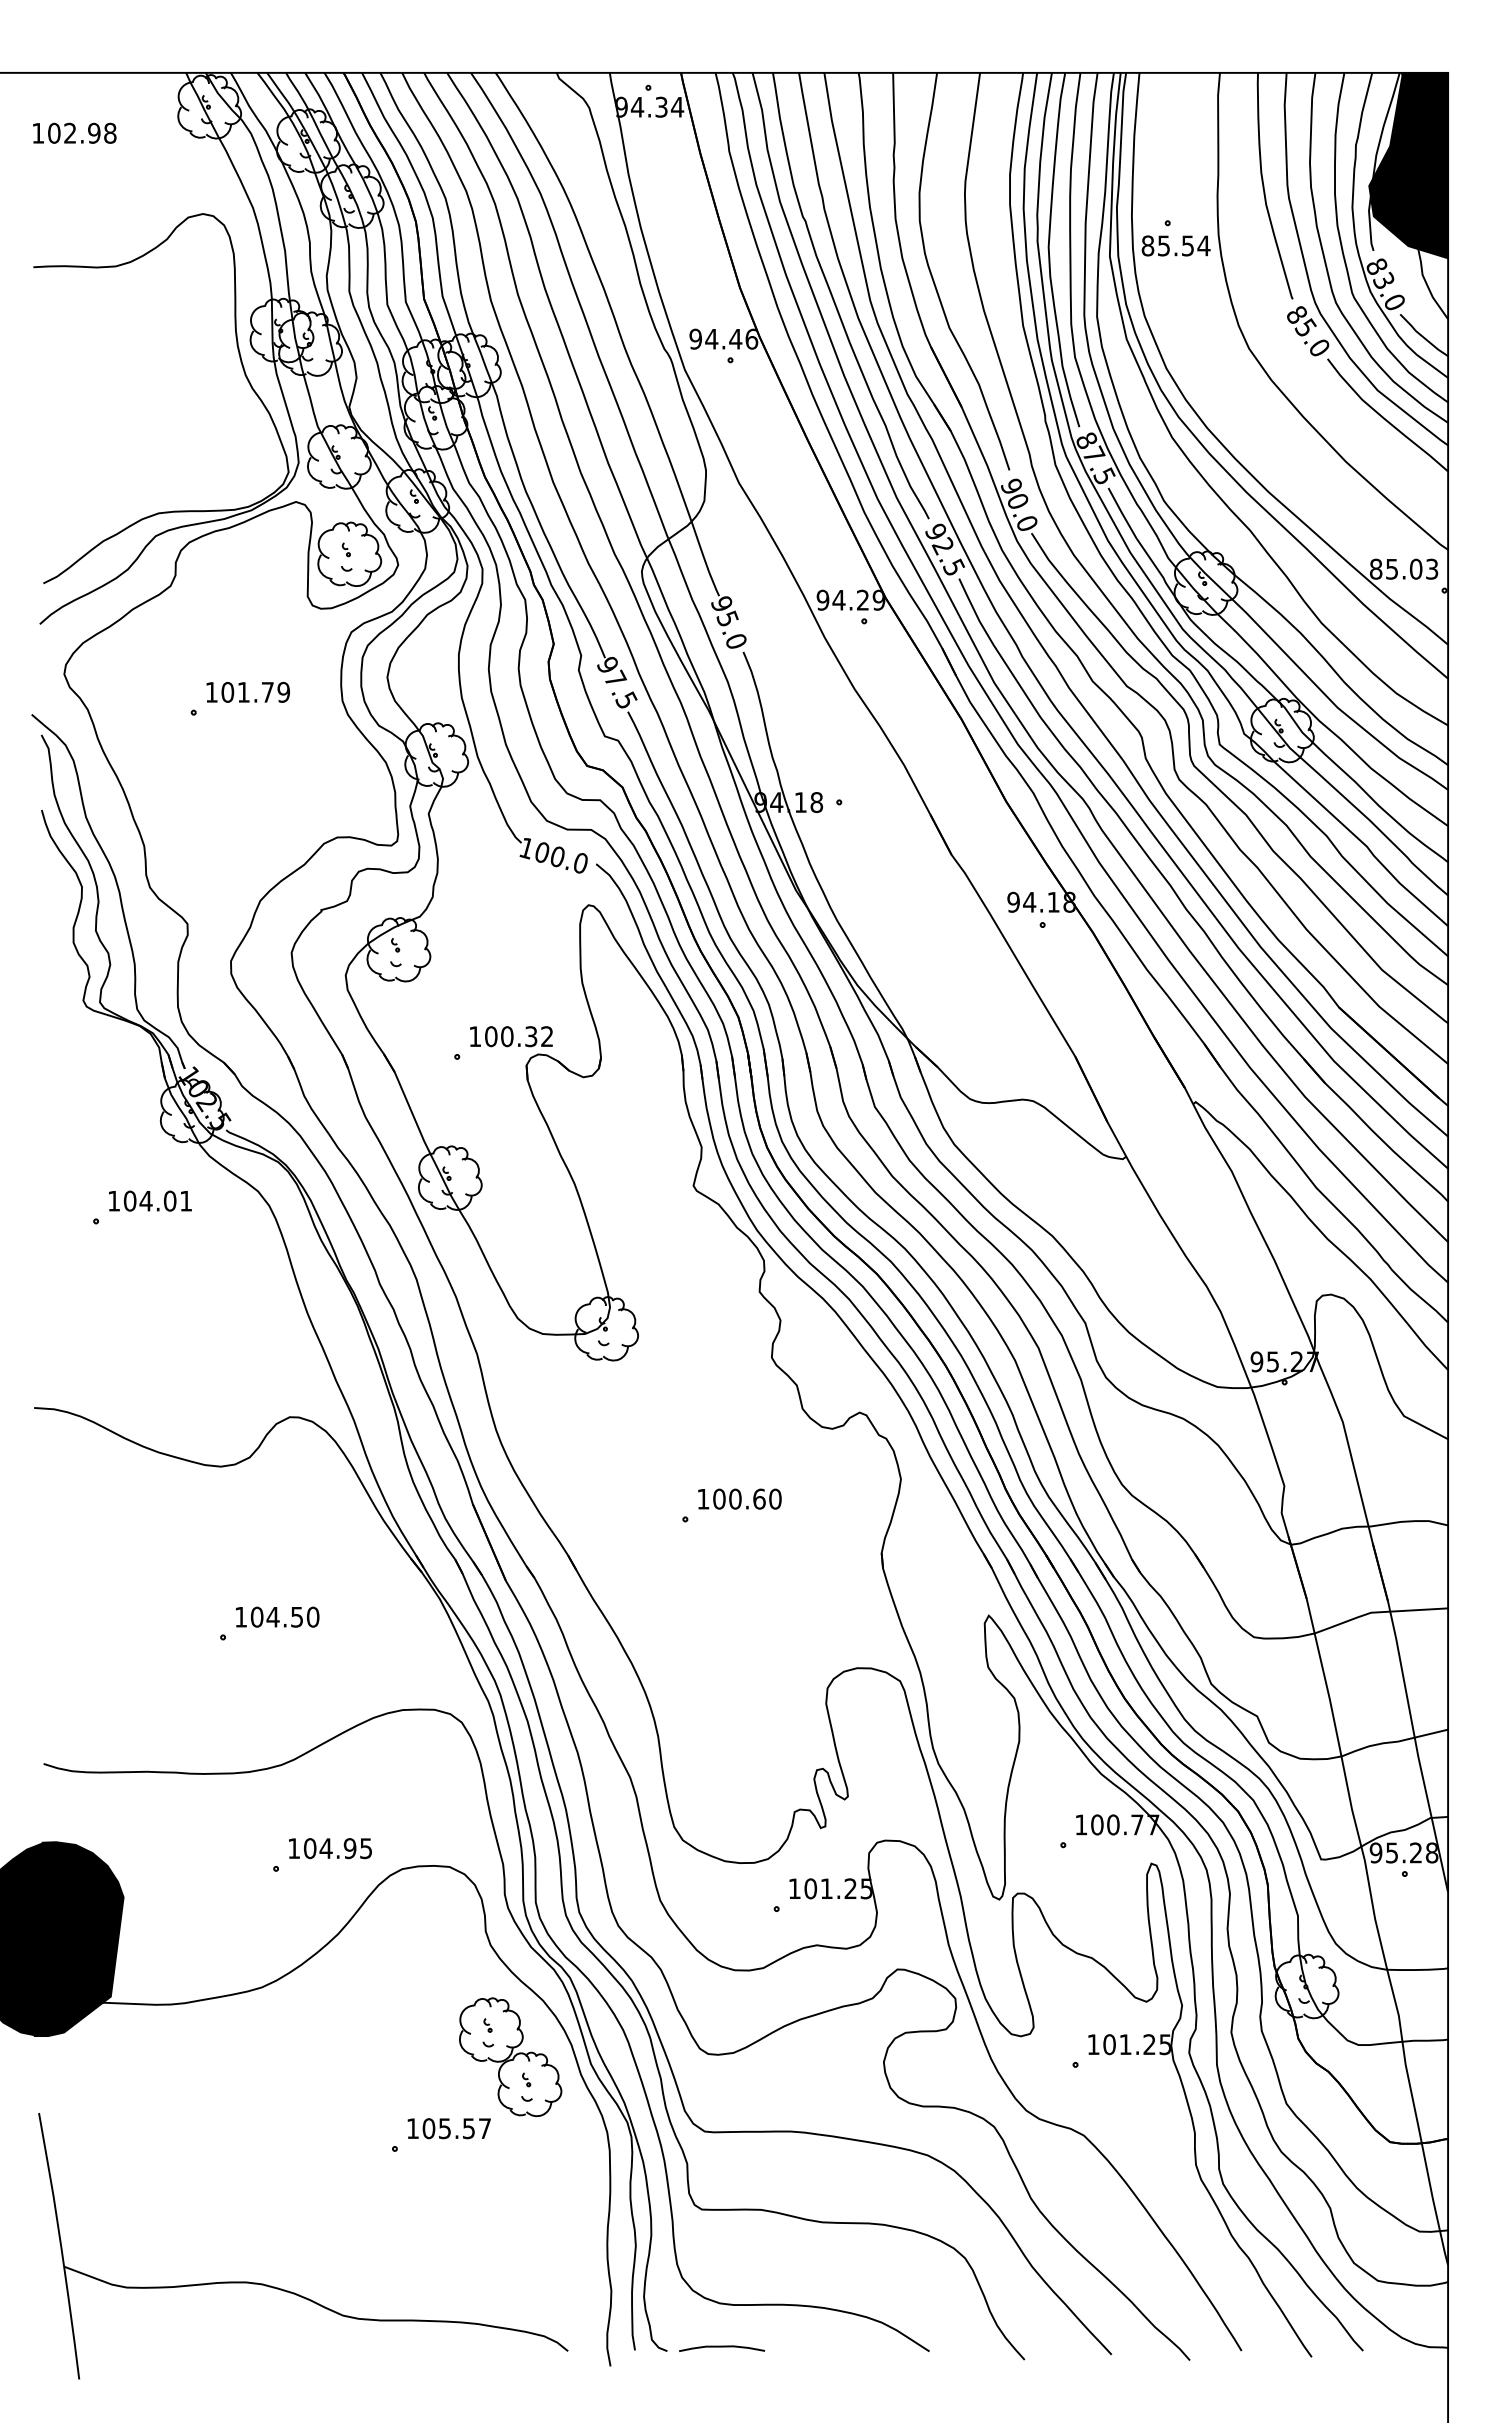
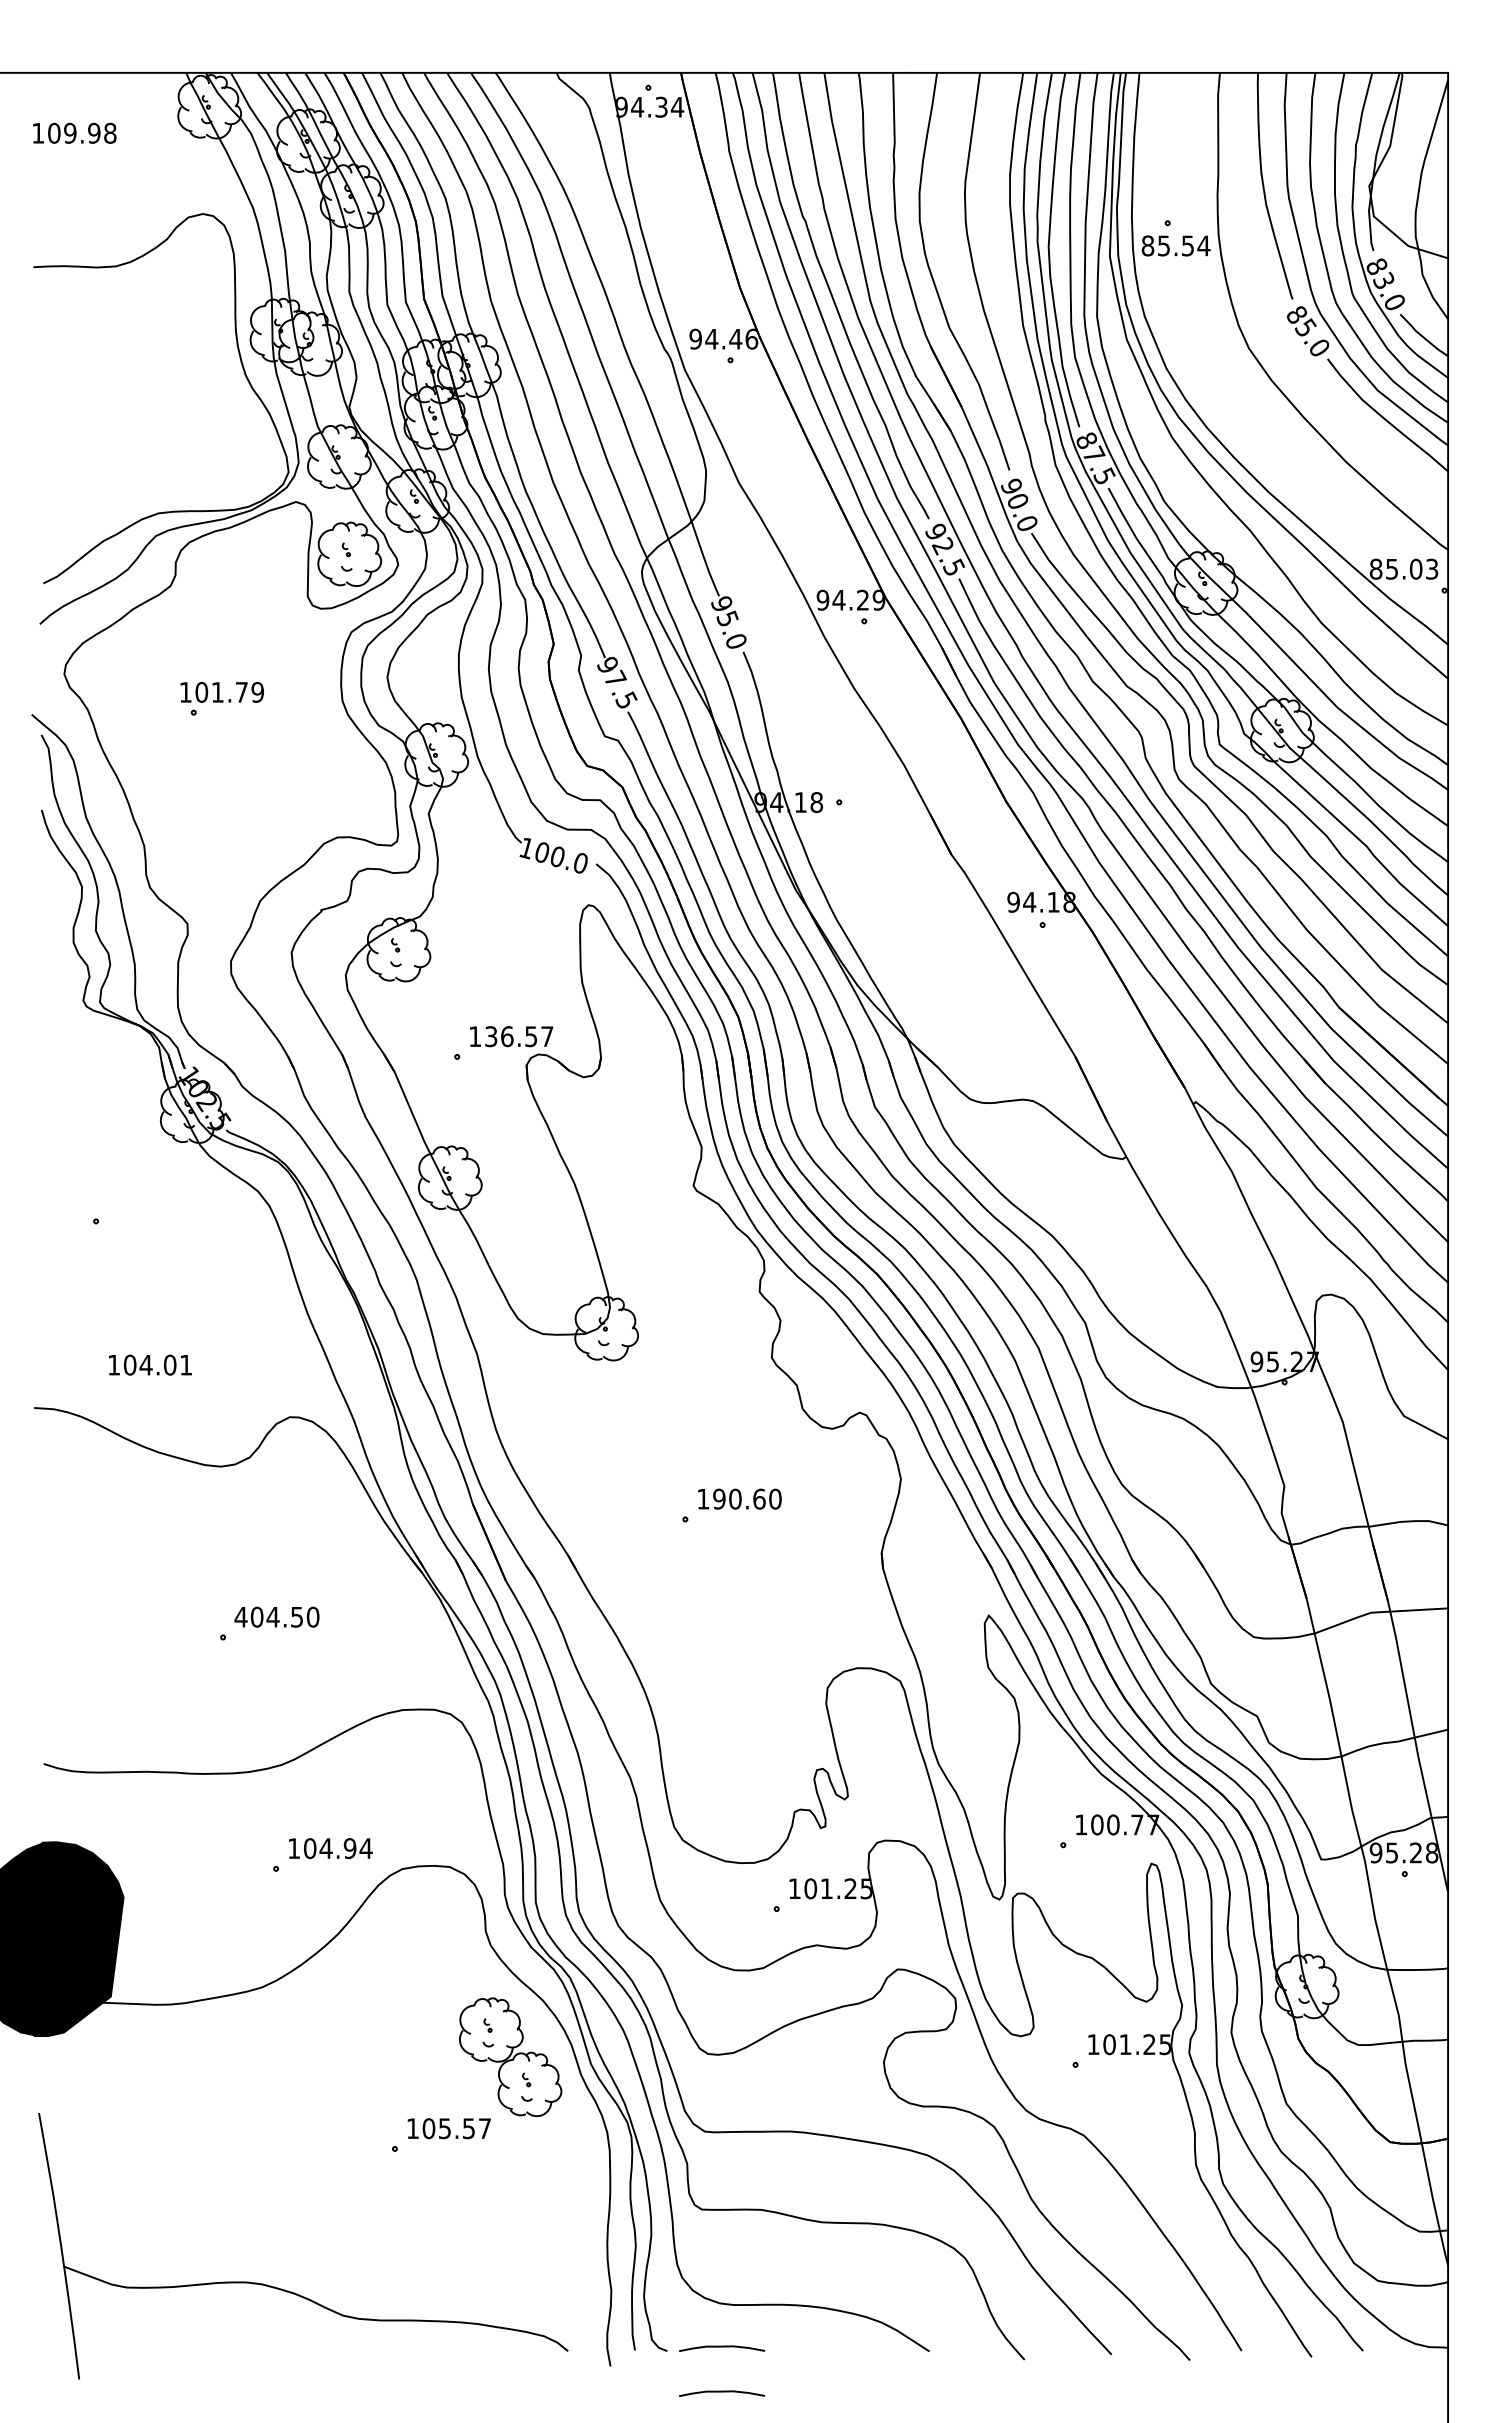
text at (70, 133): 102.98 -> 109.98
fill at (1408, 165): present -> none
text at (247, 691) position: (247, 691) -> (221, 691)
text at (519, 1036): 100.32 -> 136.57
text at (150, 1200) position: (150, 1200) -> (150, 1364)
text at (719, 1499): 100.60 -> 190.60
text at (240, 1617): 104.50 -> 404.50
text at (365, 1848): 104.95 -> 104.94
curve at (722, 2392): none -> present
